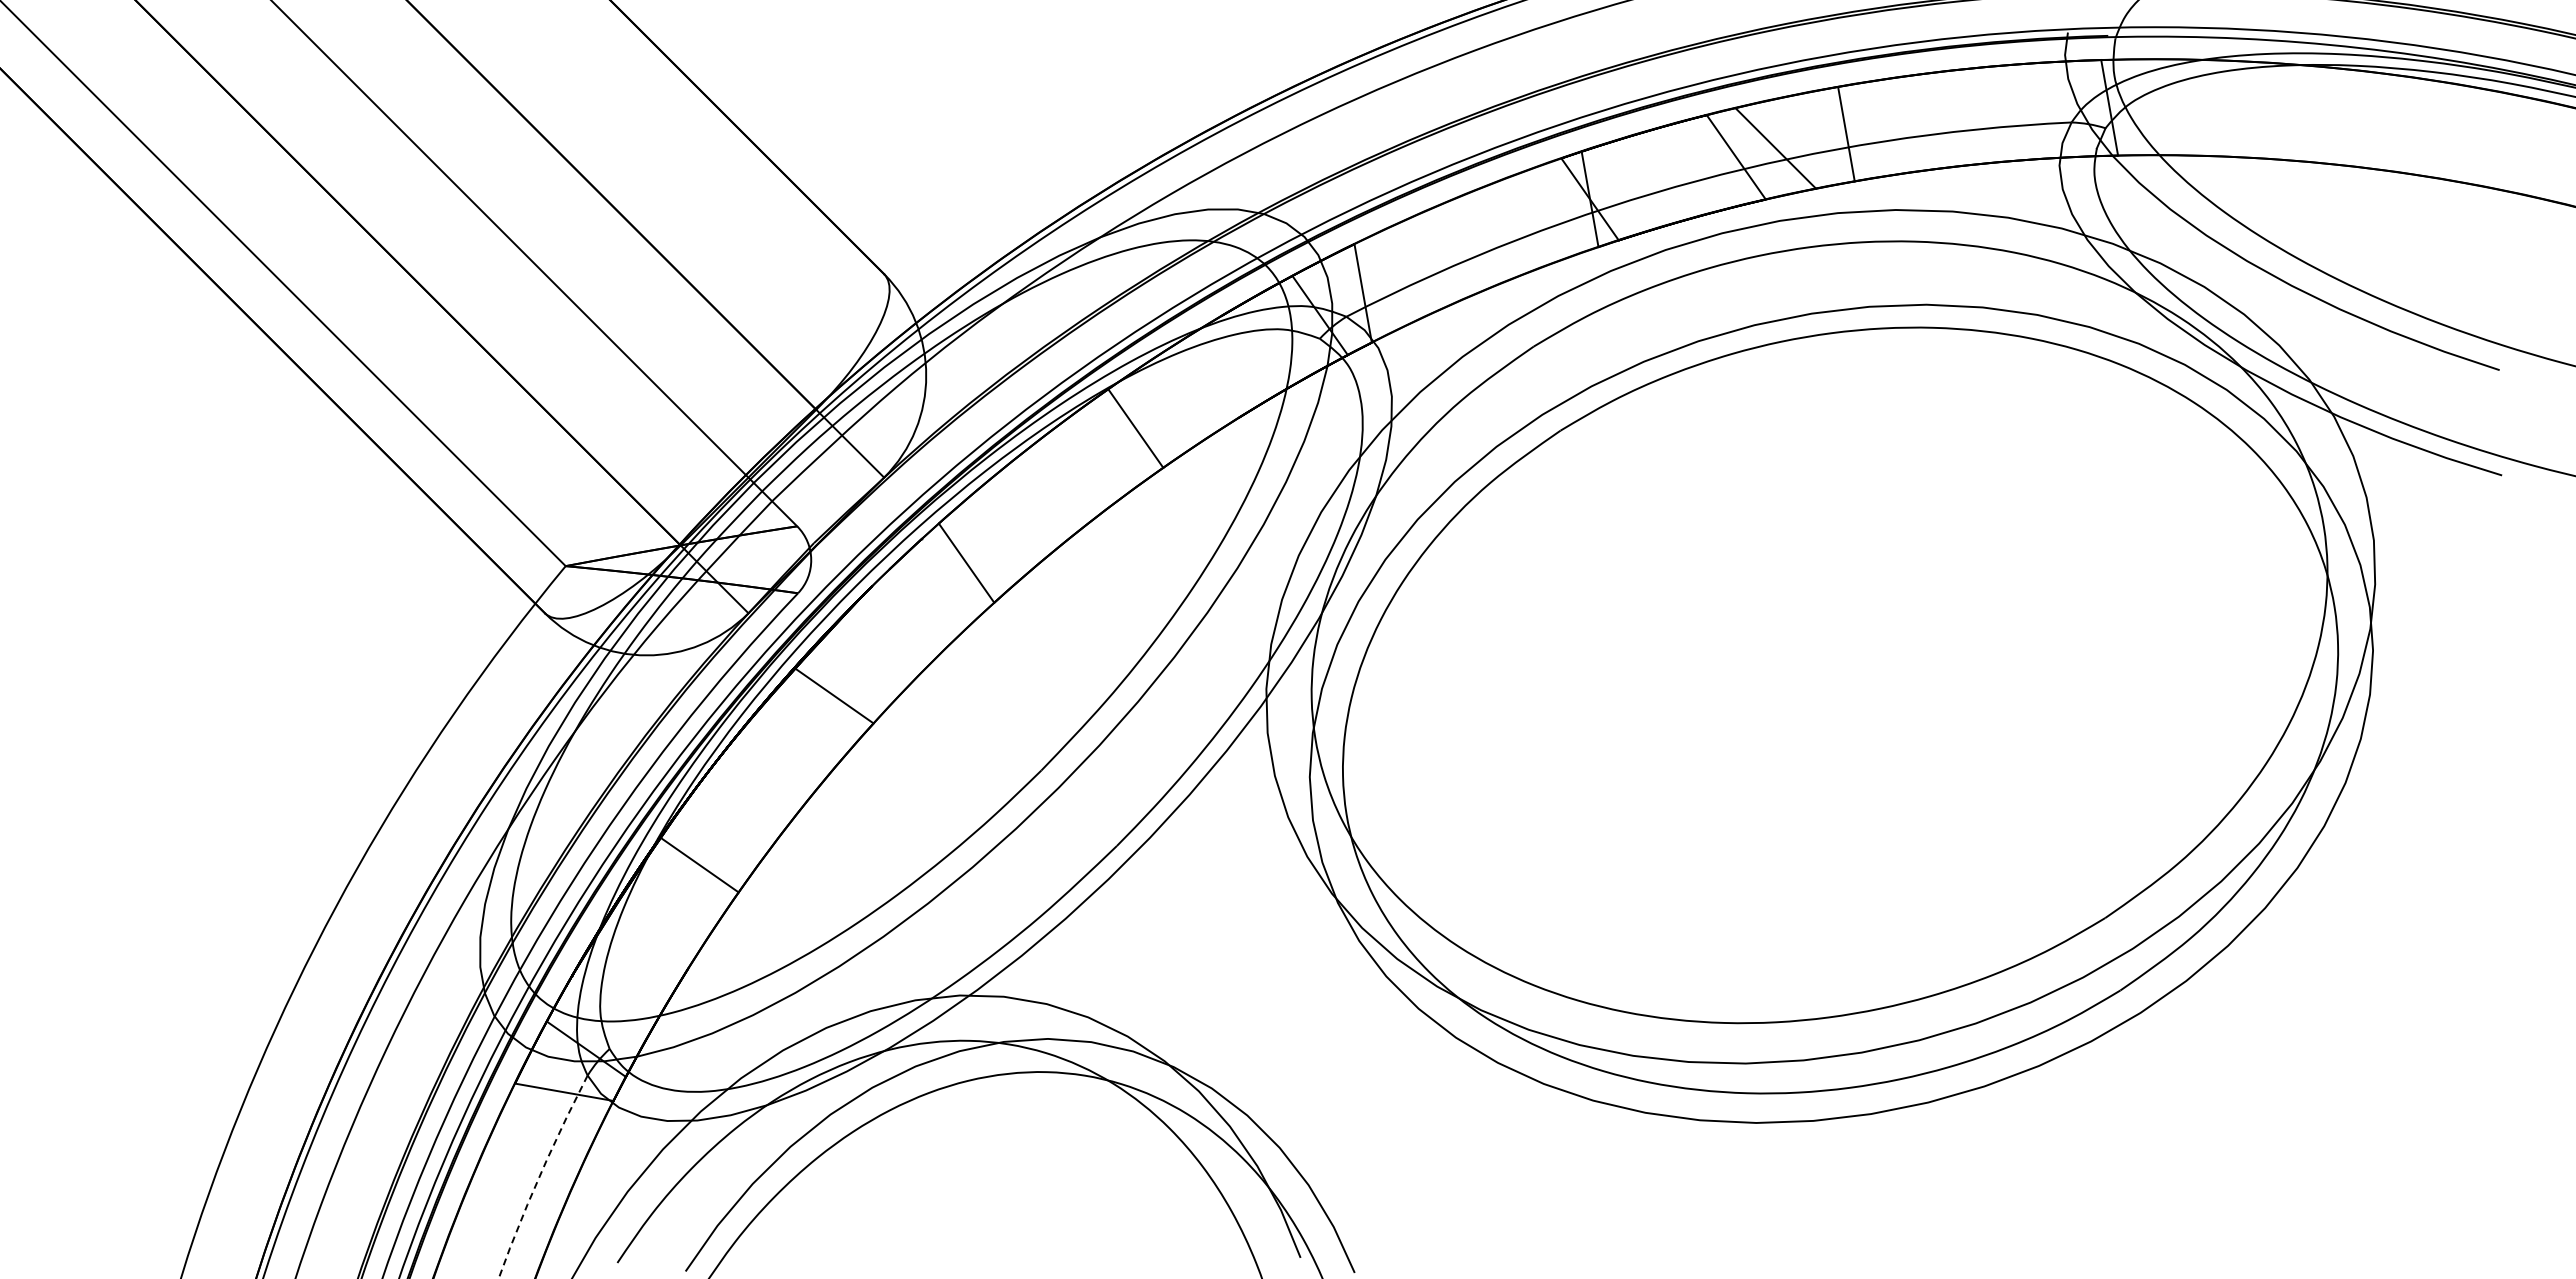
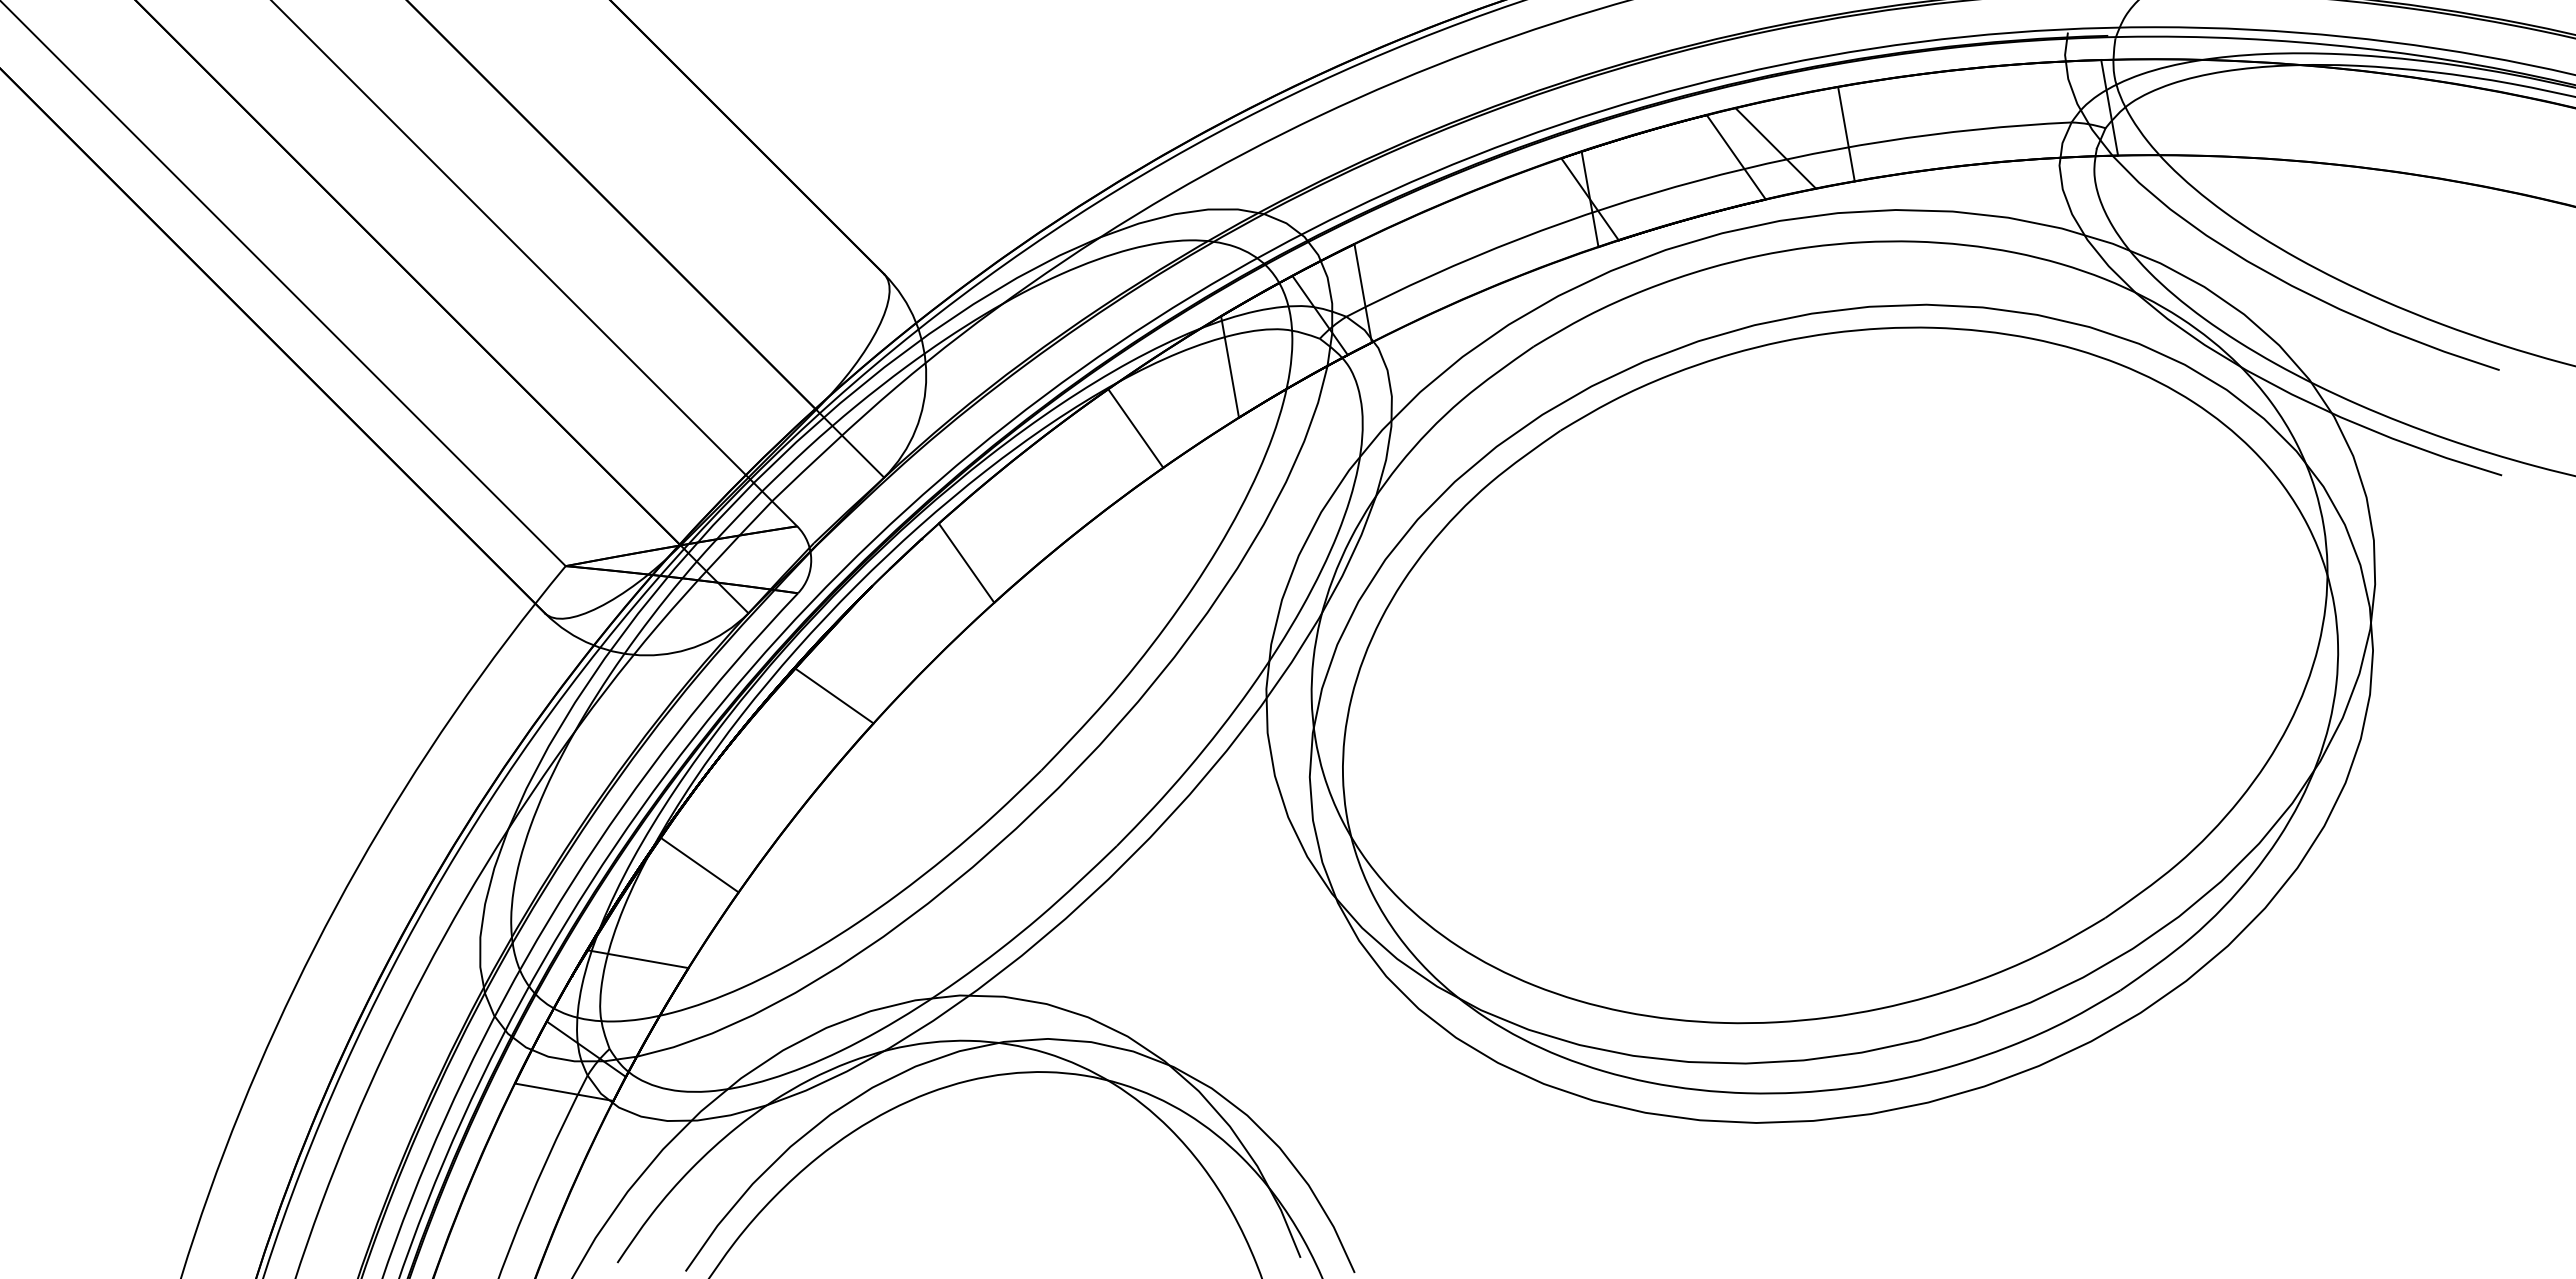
line at (1229, 366): none -> present
line at (637, 959): none -> present
arc at (539, 1176): dashed -> solid
